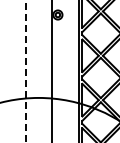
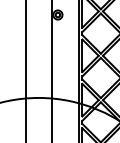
line at (25, 71): dashed -> solid
